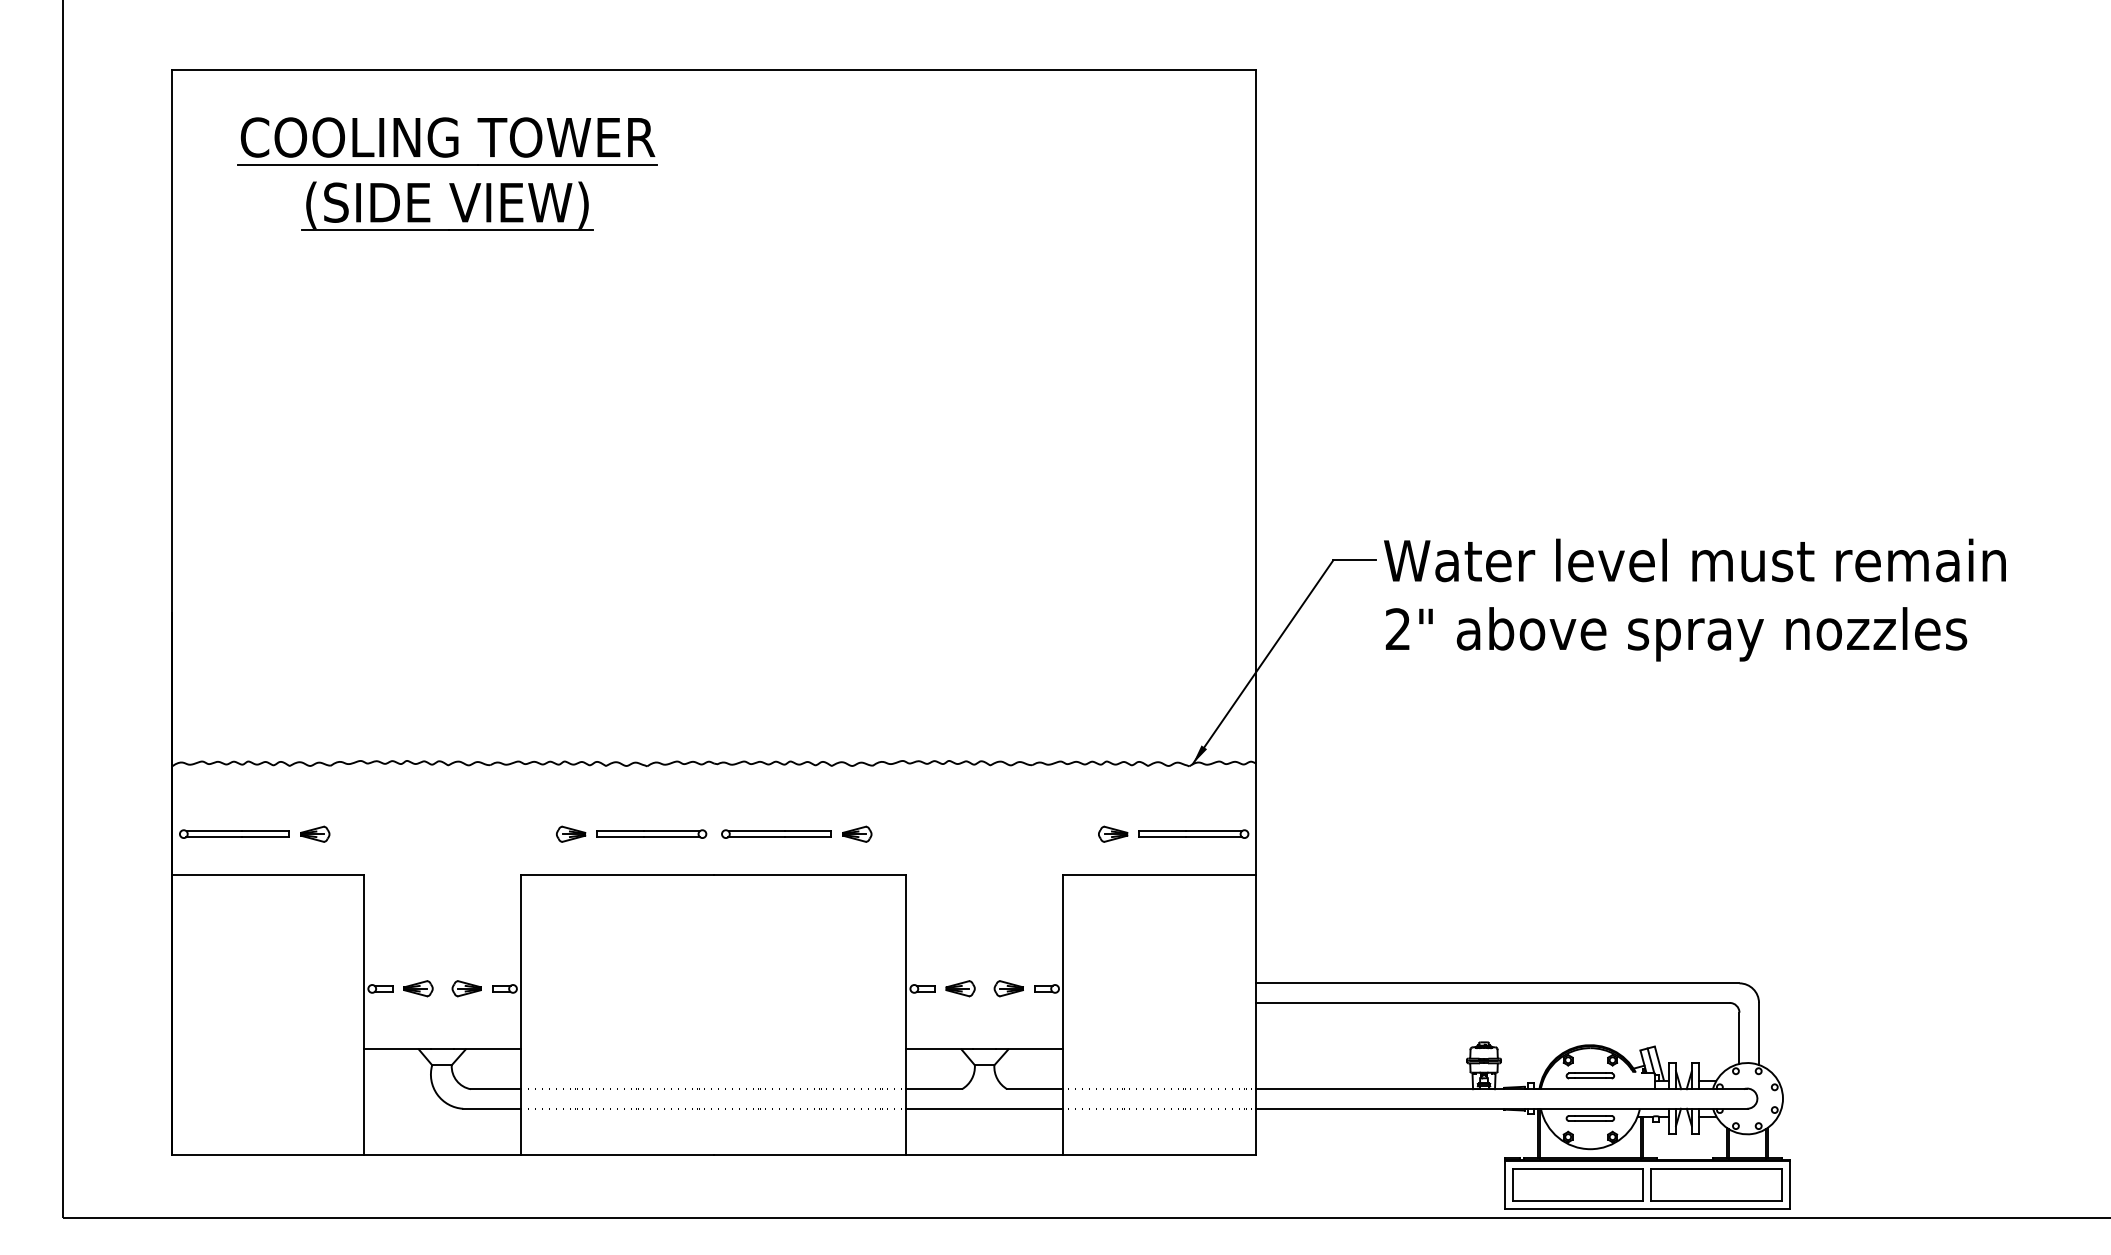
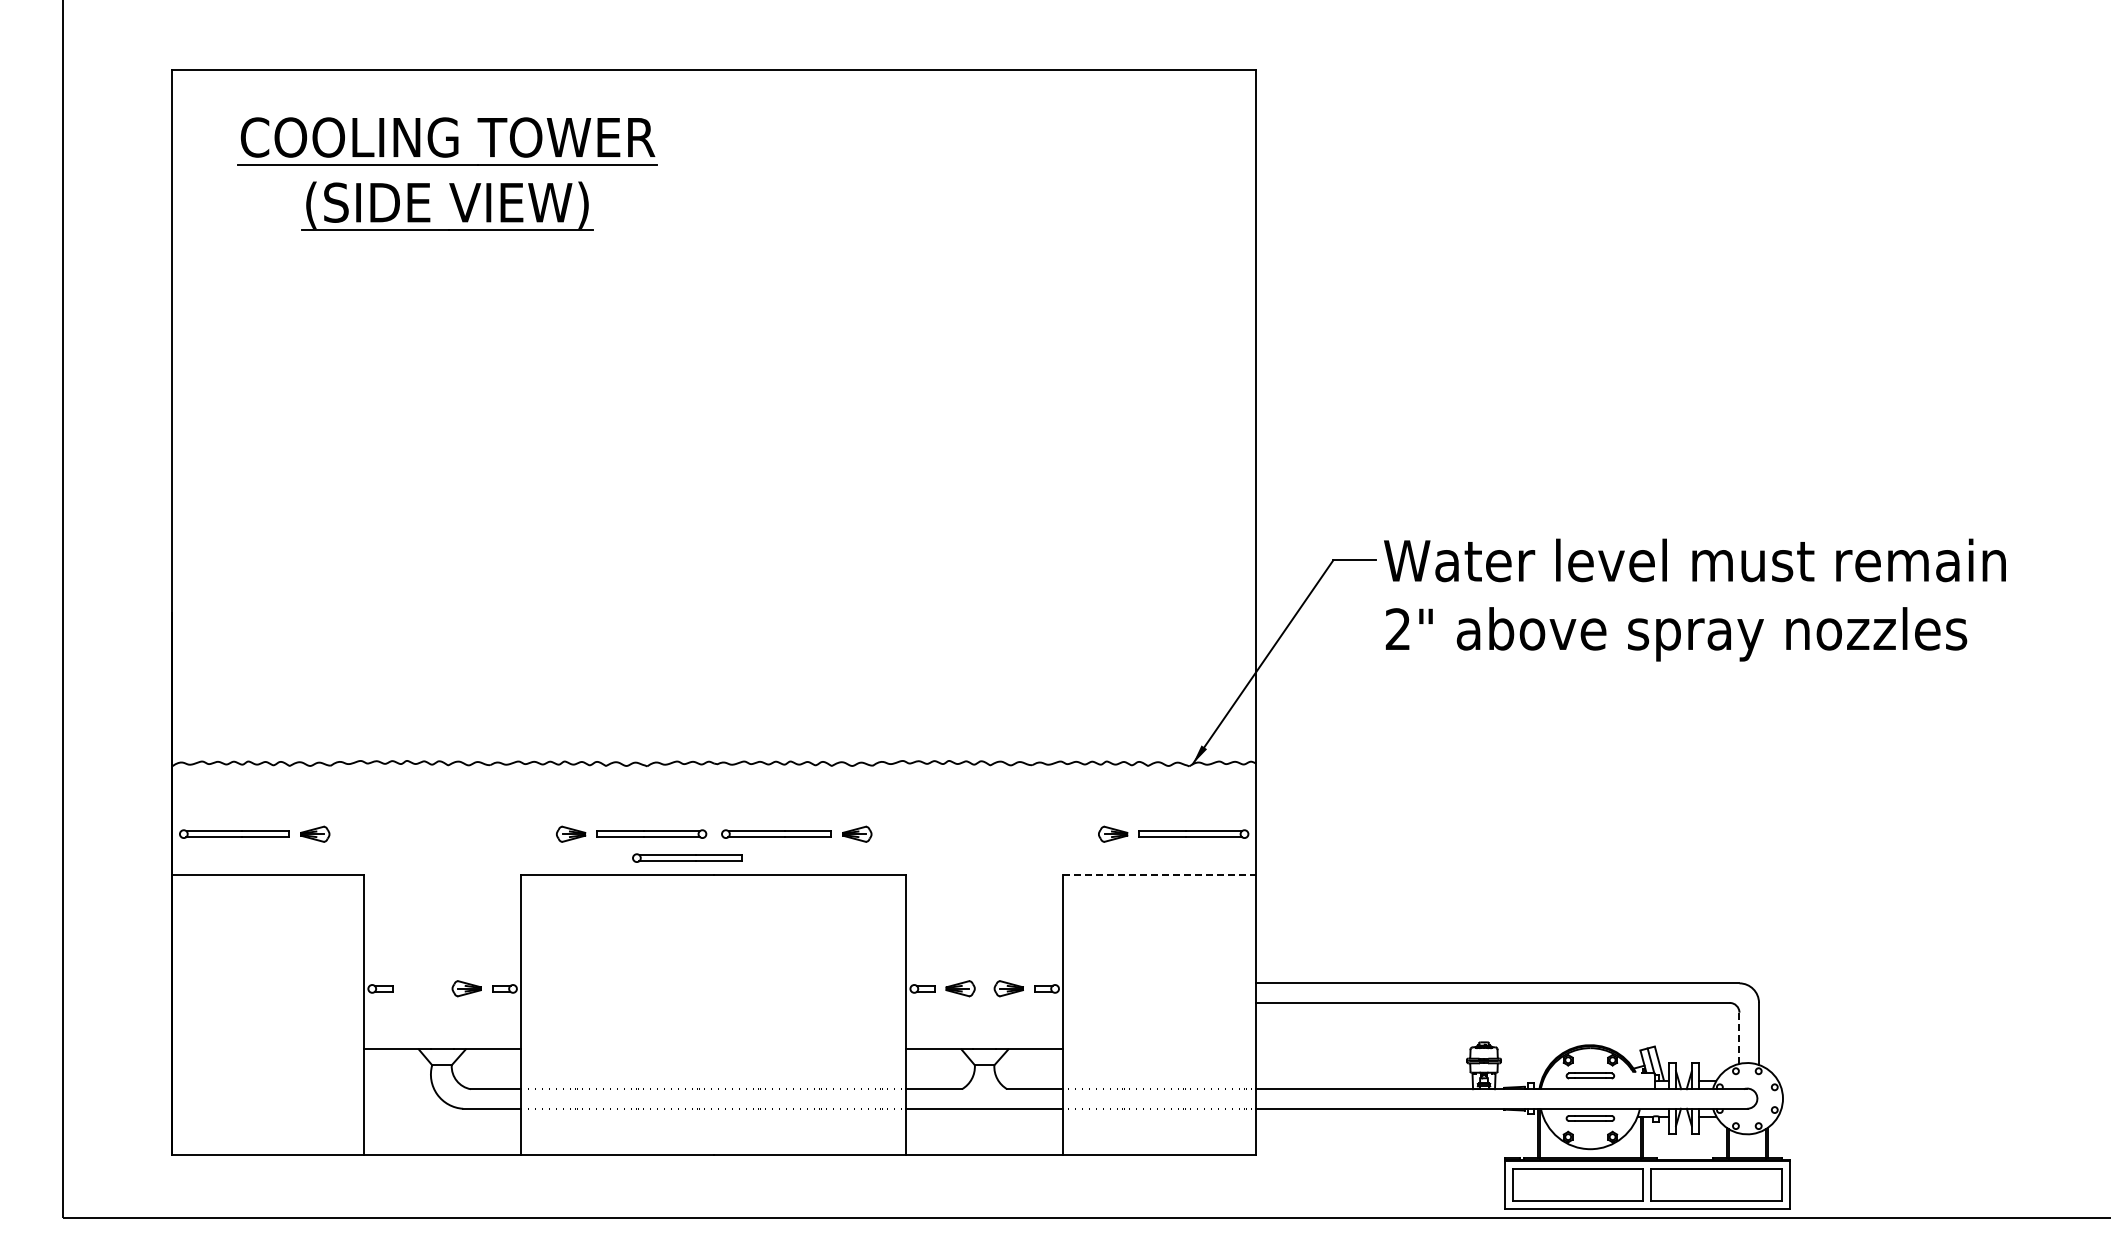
part at (687, 857): none -> present
line at (1159, 875): solid -> dashed
part at (418, 988): present -> none
line at (1739, 1038): solid -> dashed
